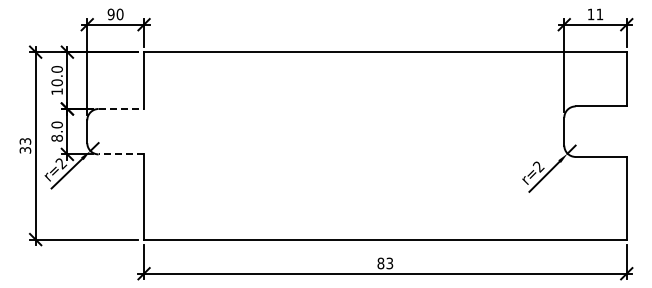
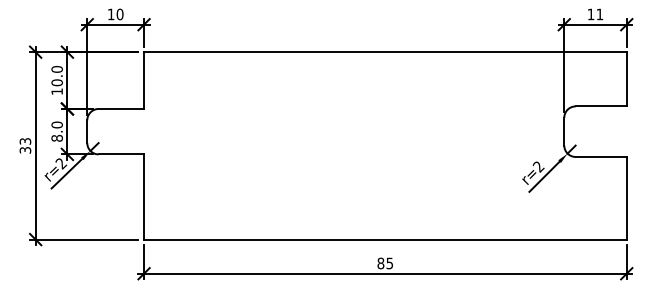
text at (110, 14): 90 -> 10
line at (121, 108): dashed -> solid
line at (121, 154): dashed -> solid
text at (389, 262): 83 -> 85
